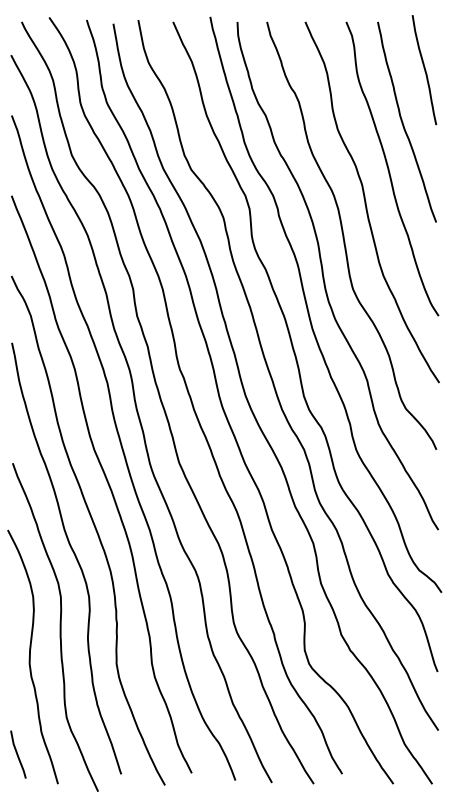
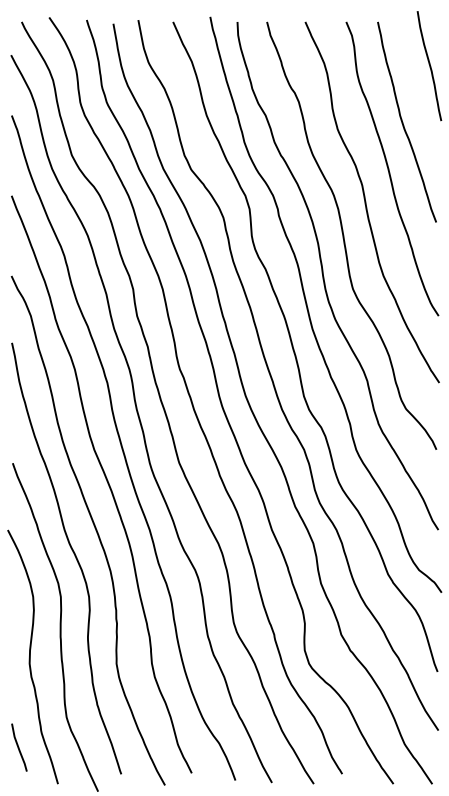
curve at (424, 70) position: (424, 70) -> (429, 66)
line at (18, 754) position: (18, 754) -> (19, 747)
